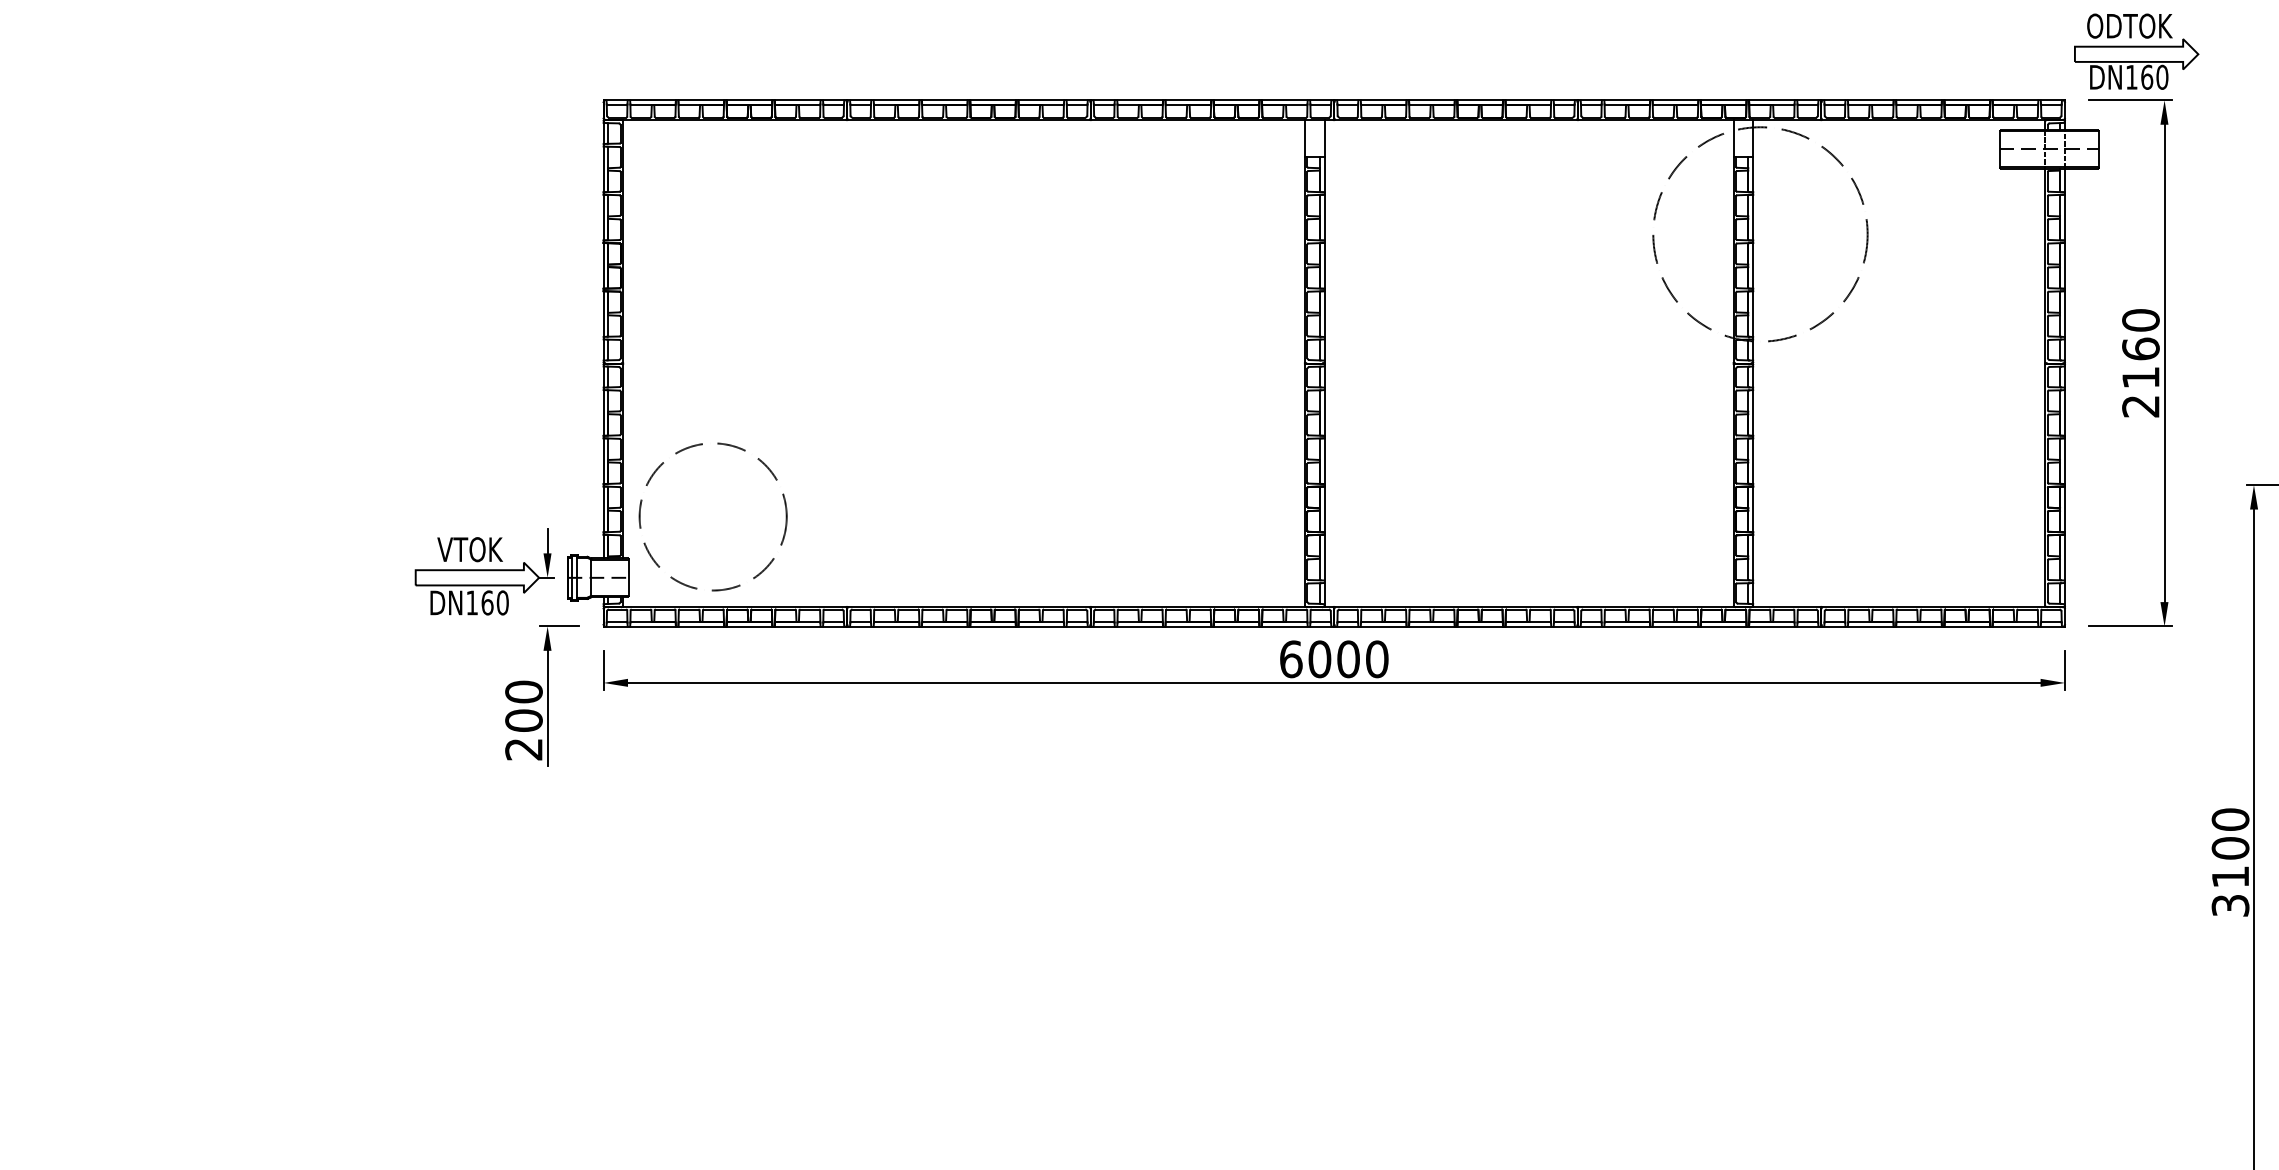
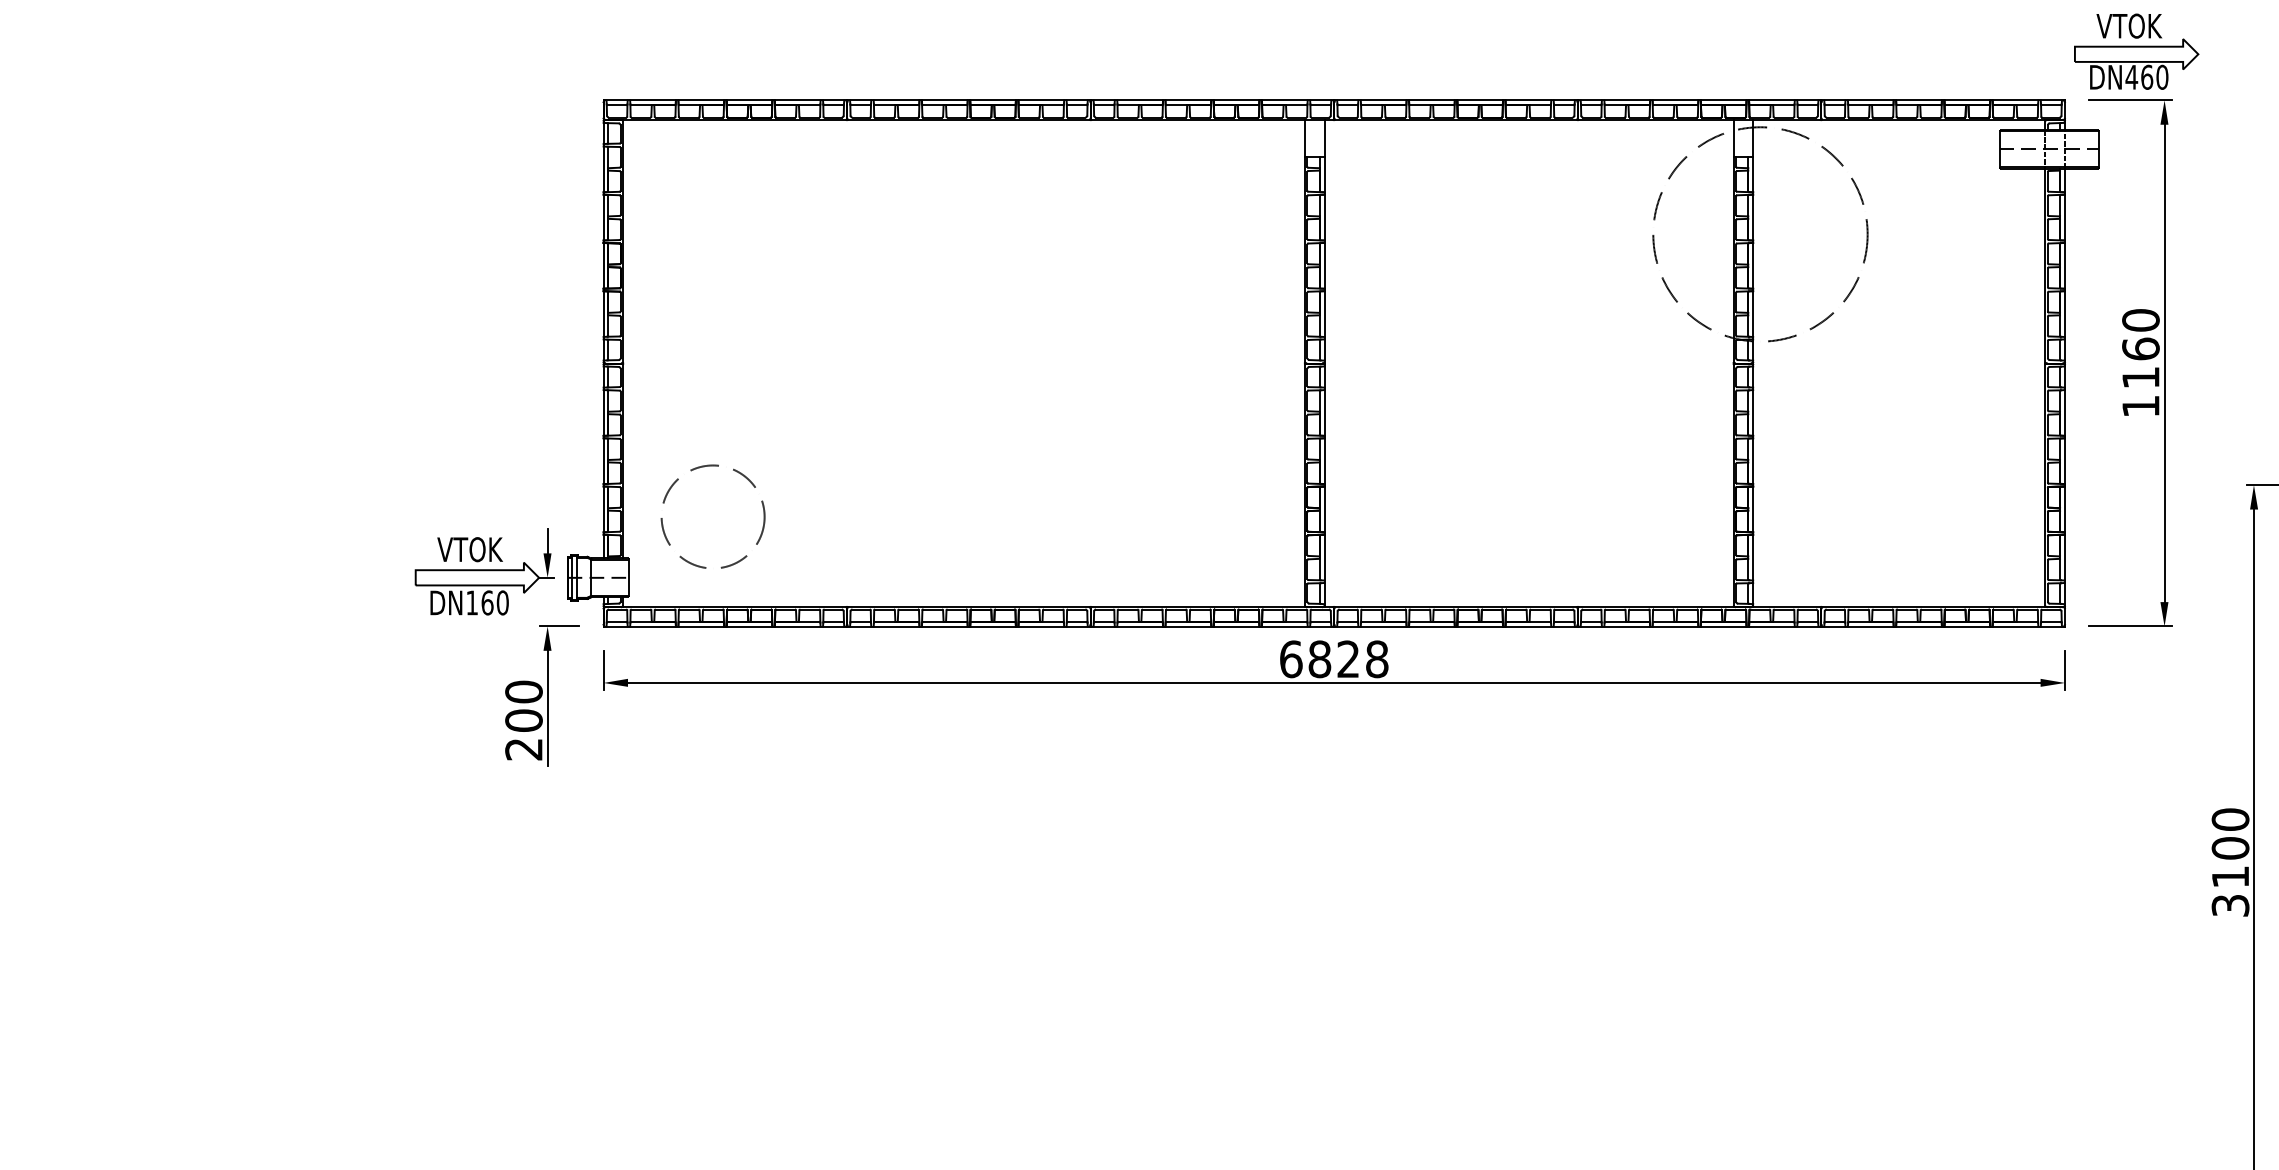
text at (2129, 25): ODTOK -> VTOK
text at (2131, 77): DN160 -> DN460
text at (2140, 406): 2160 -> 1160
circle at (712, 516) size: 150x150 px -> 106x105 px
text at (1348, 659): 6000 -> 6828
